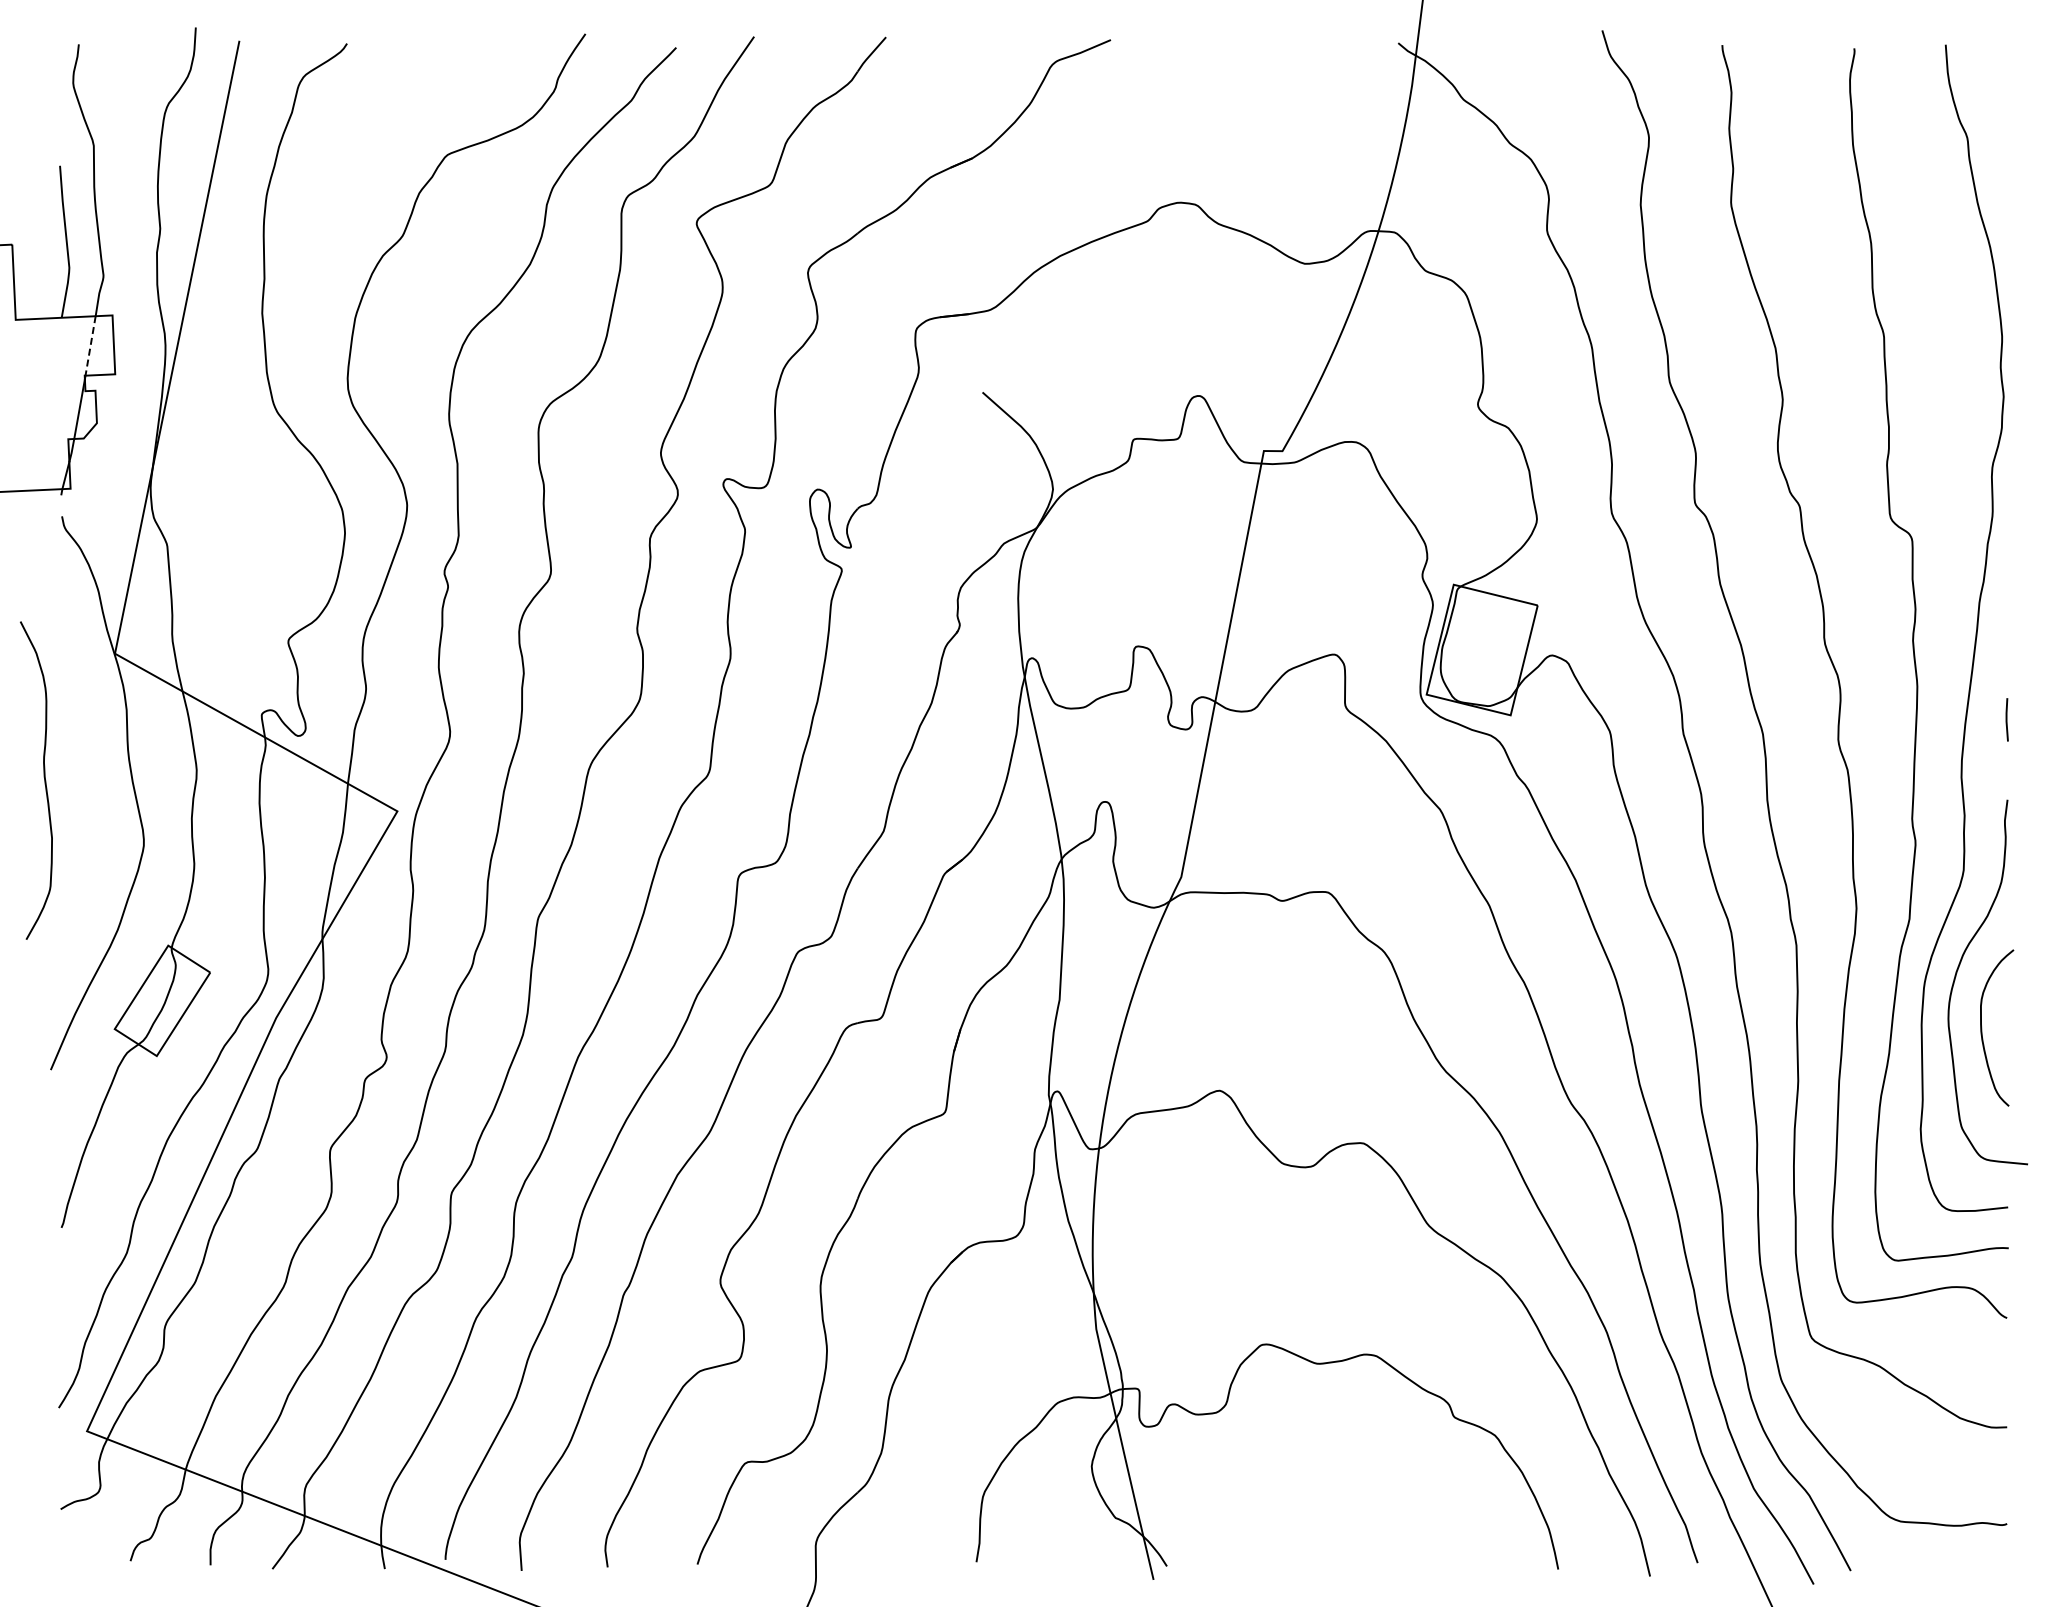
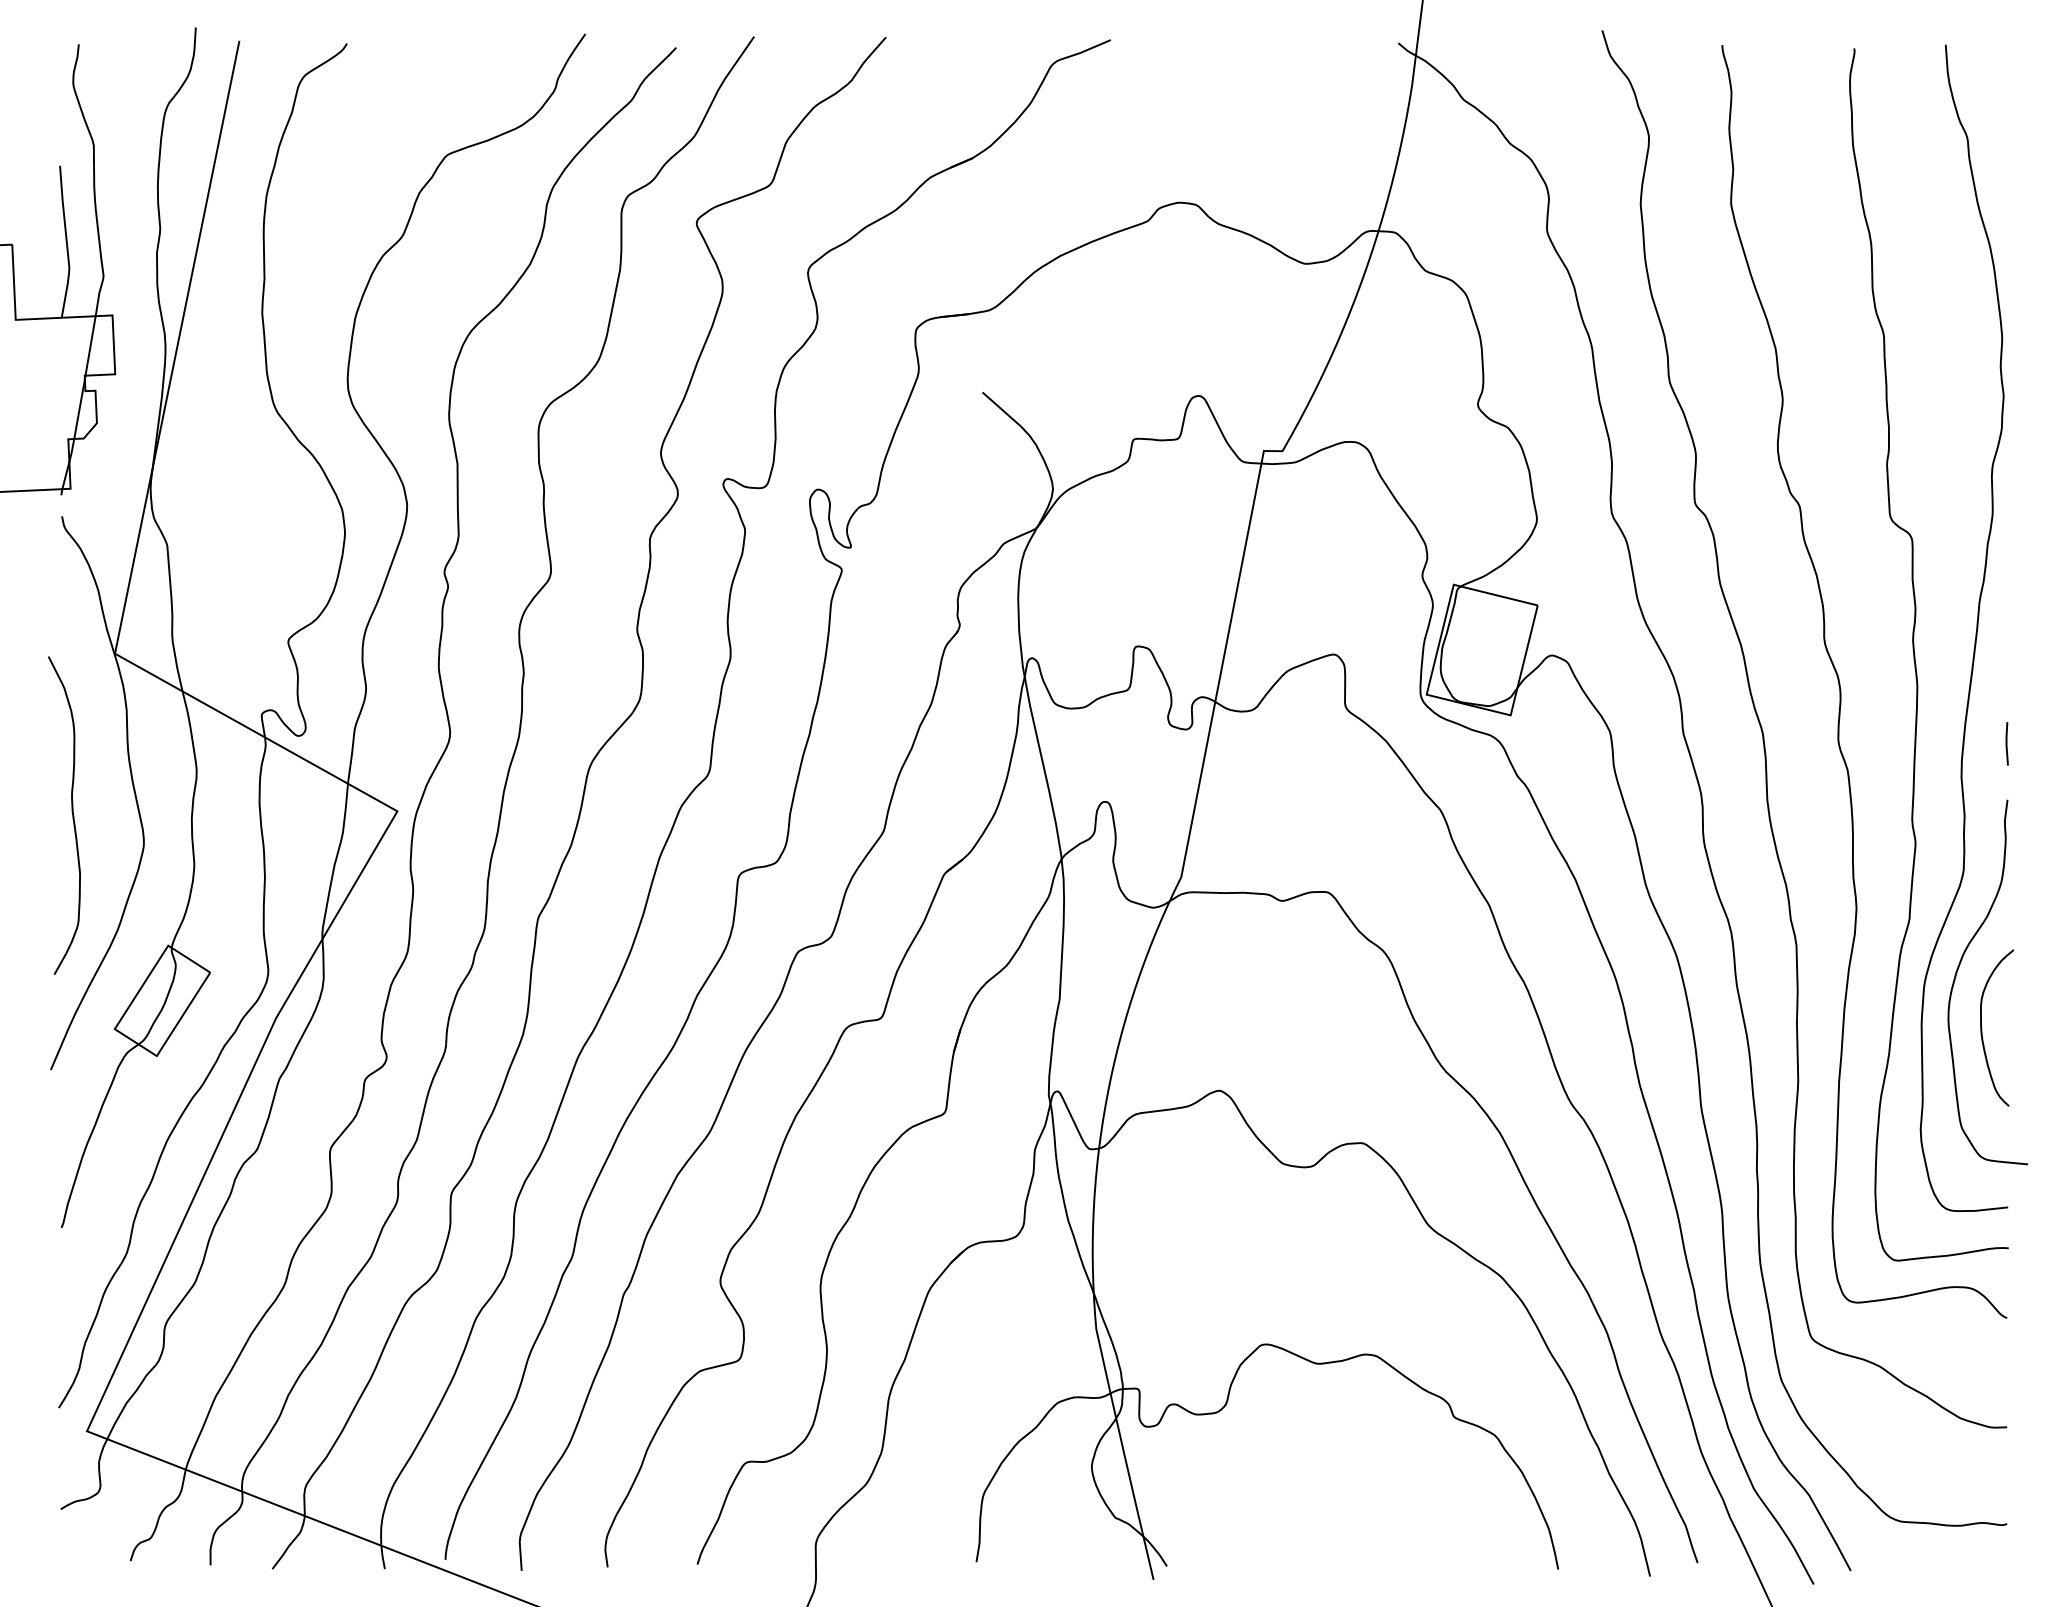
line at (90, 346): dashed -> solid
line at (2006, 719) position: (2006, 719) -> (2006, 743)
curve at (43, 777) position: (43, 777) -> (71, 812)
